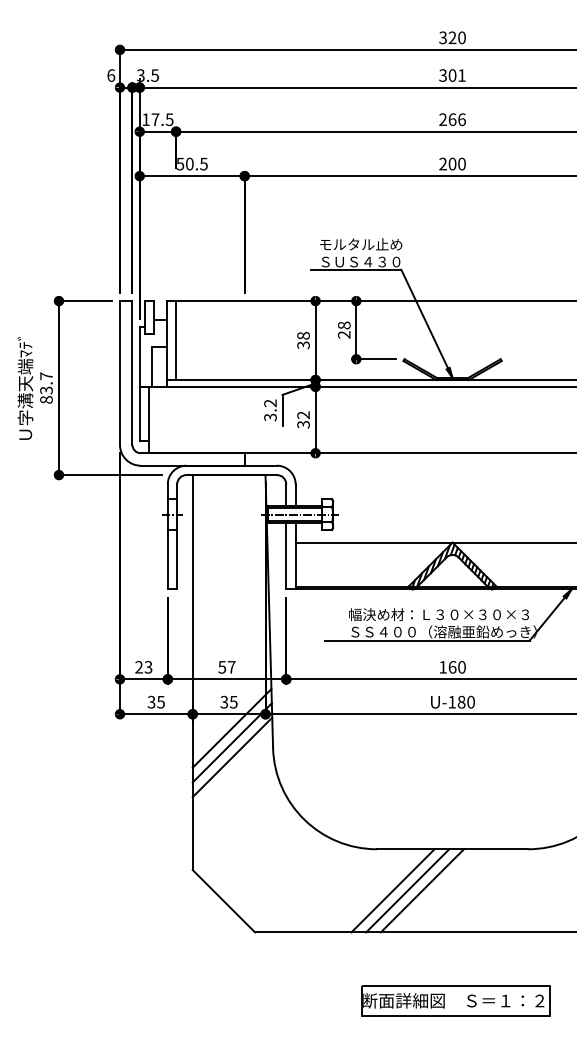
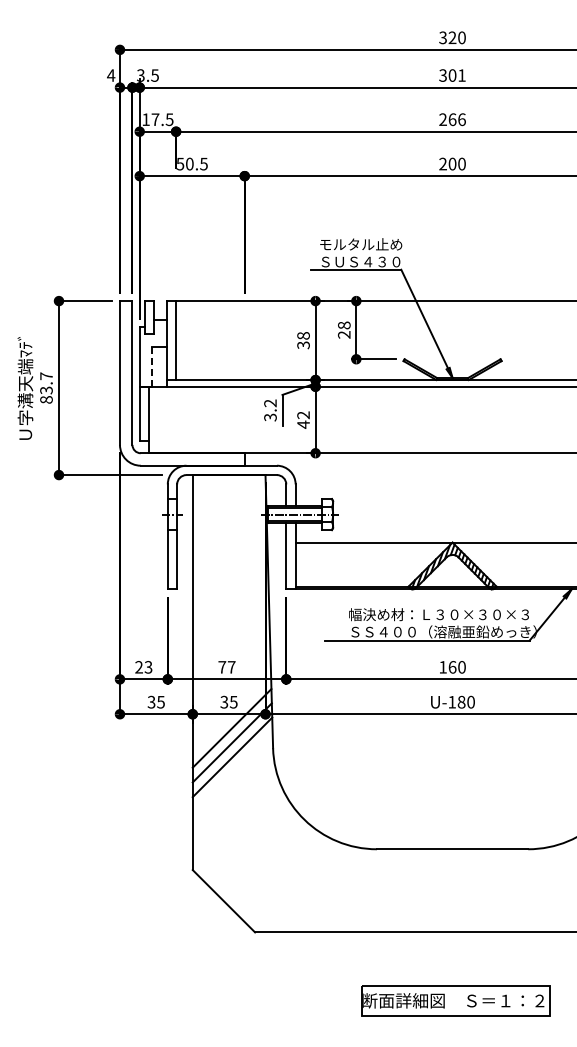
text at (111, 75): 6 -> 4
line at (152, 366): solid -> dashed
text at (303, 424): 32 -> 42
text at (222, 667): 57 -> 77
line at (392, 890): present -> none
line at (407, 890): present -> none
line at (422, 890): present -> none
